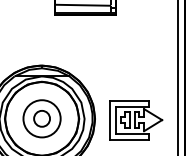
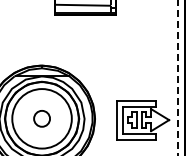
line at (177, 78): solid -> dashed
circle at (41, 118) diameter: 37 px -> 60 px
part at (136, 120) position: (136, 120) -> (143, 120)
